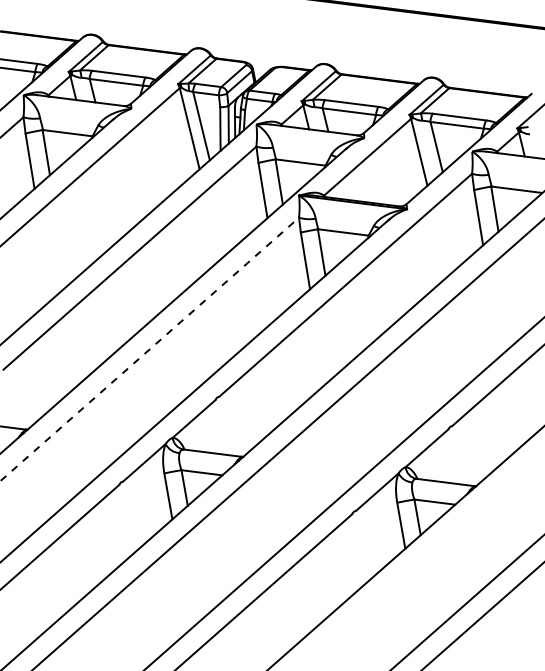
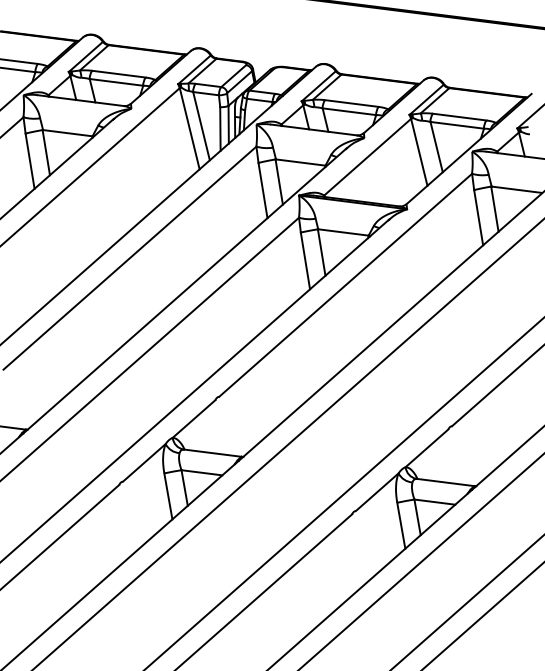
line at (149, 349): dashed -> solid
line at (421, 561): none -> present
